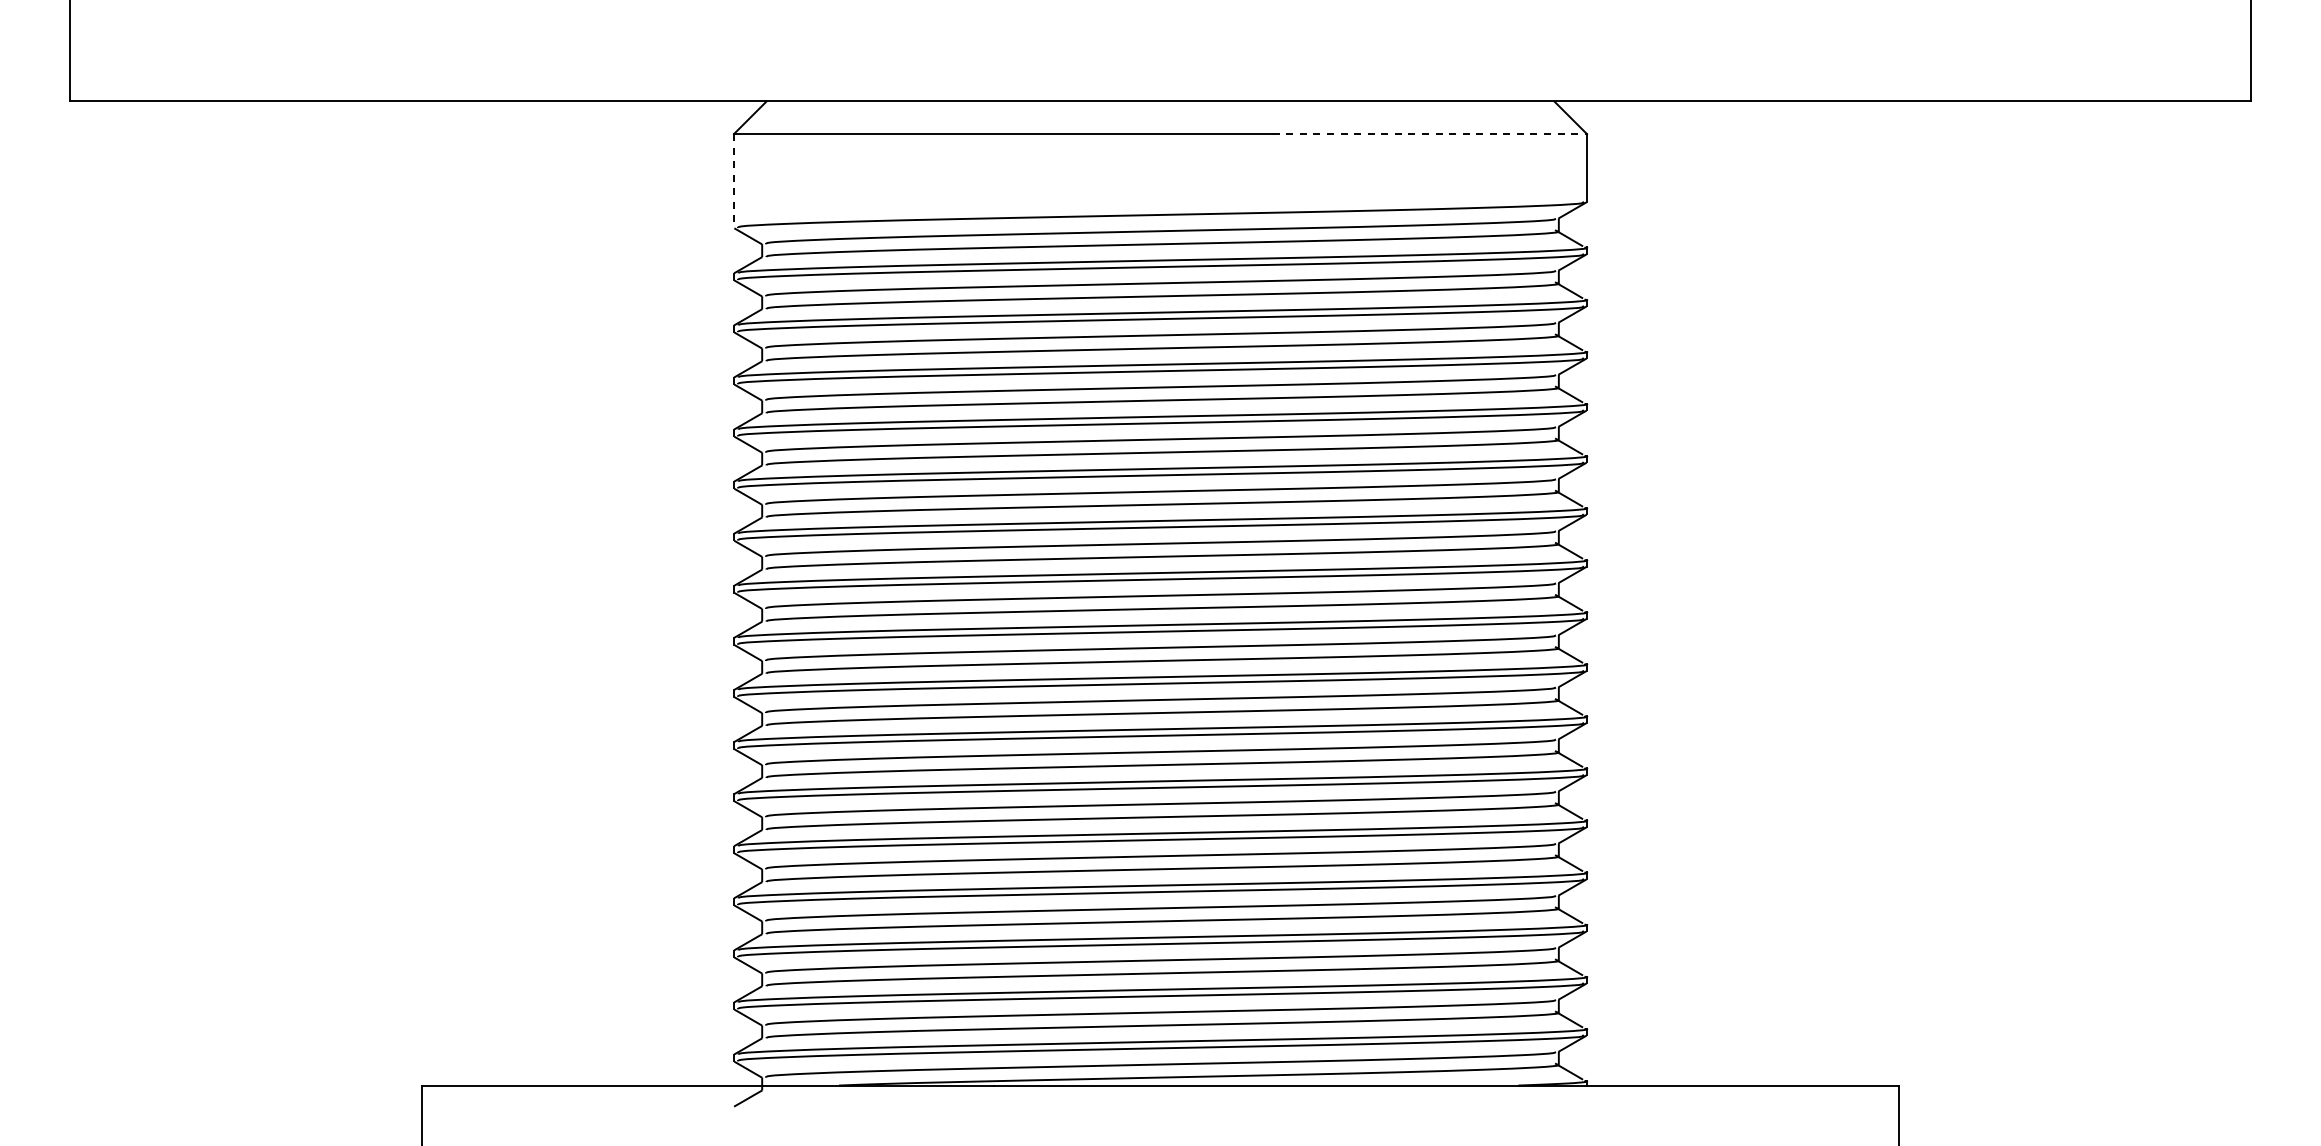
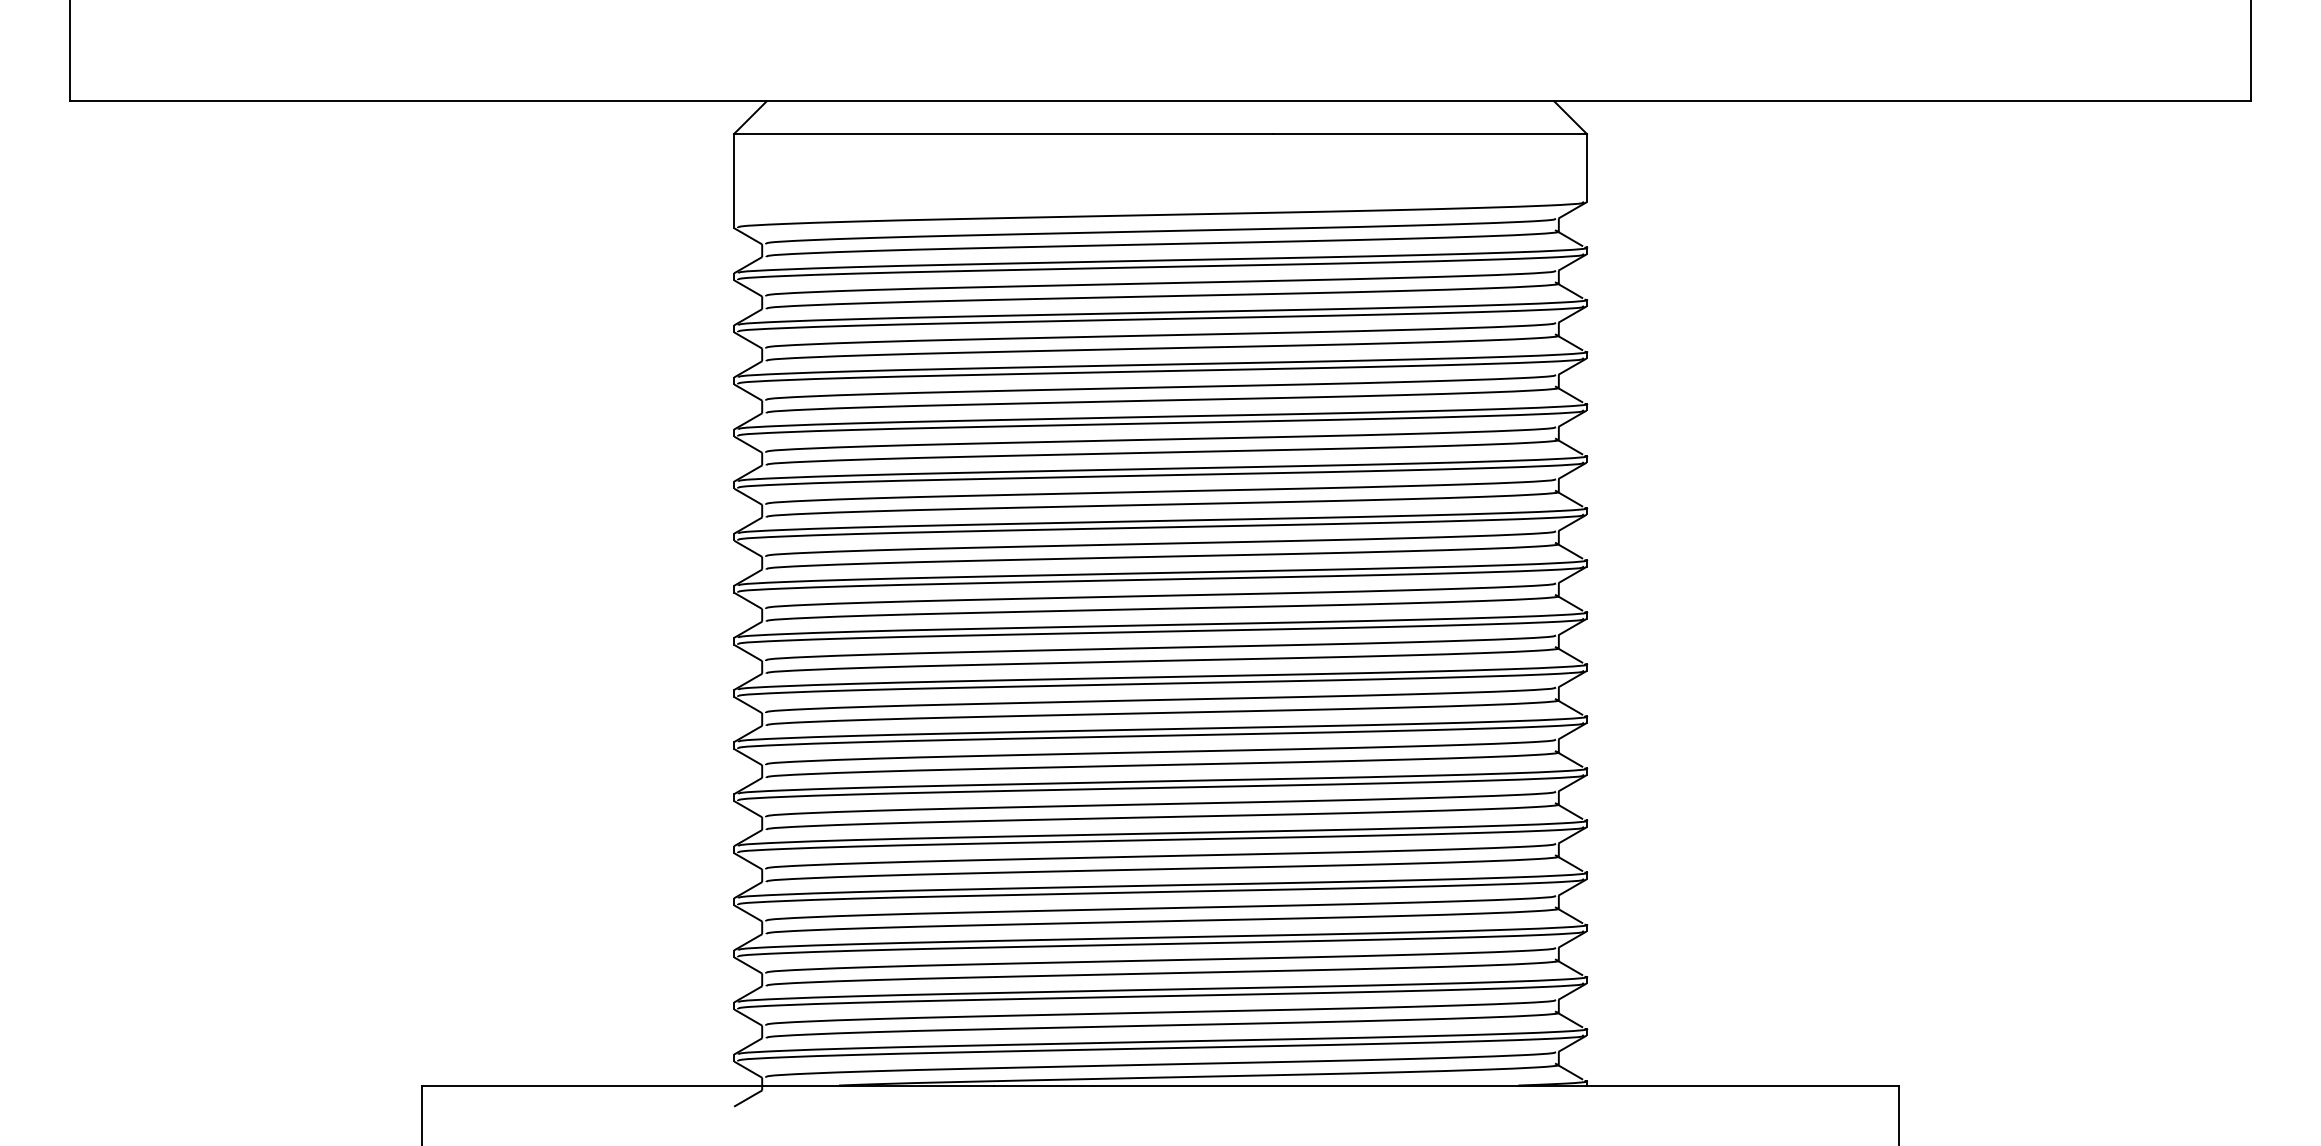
line at (1430, 134): dashed -> solid
line at (733, 181): dashed -> solid
